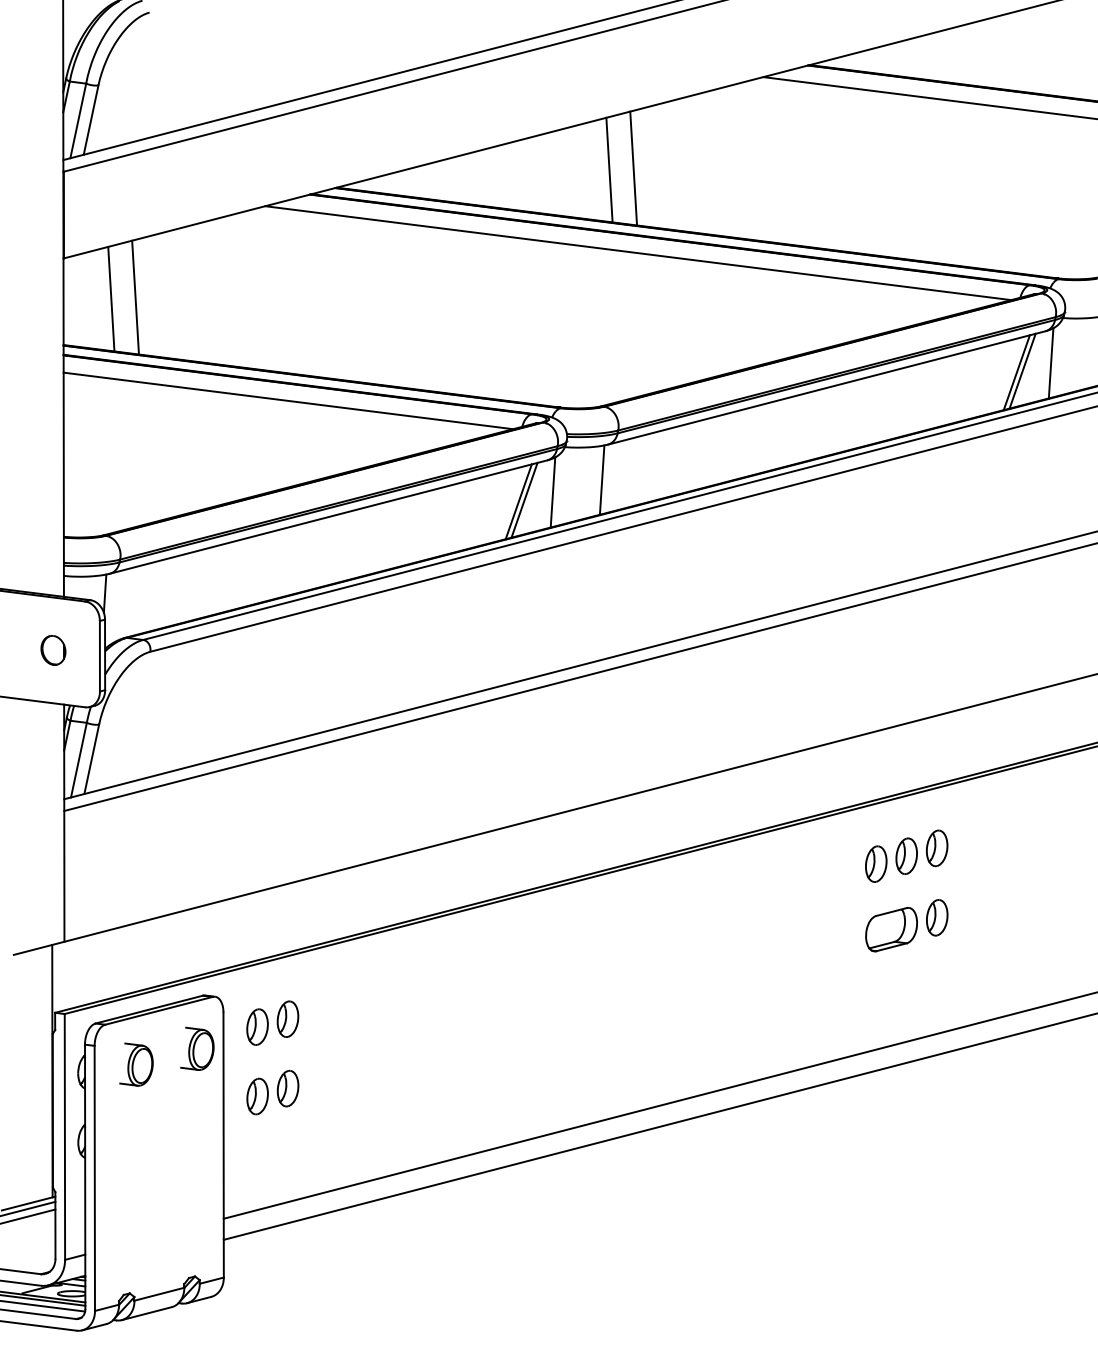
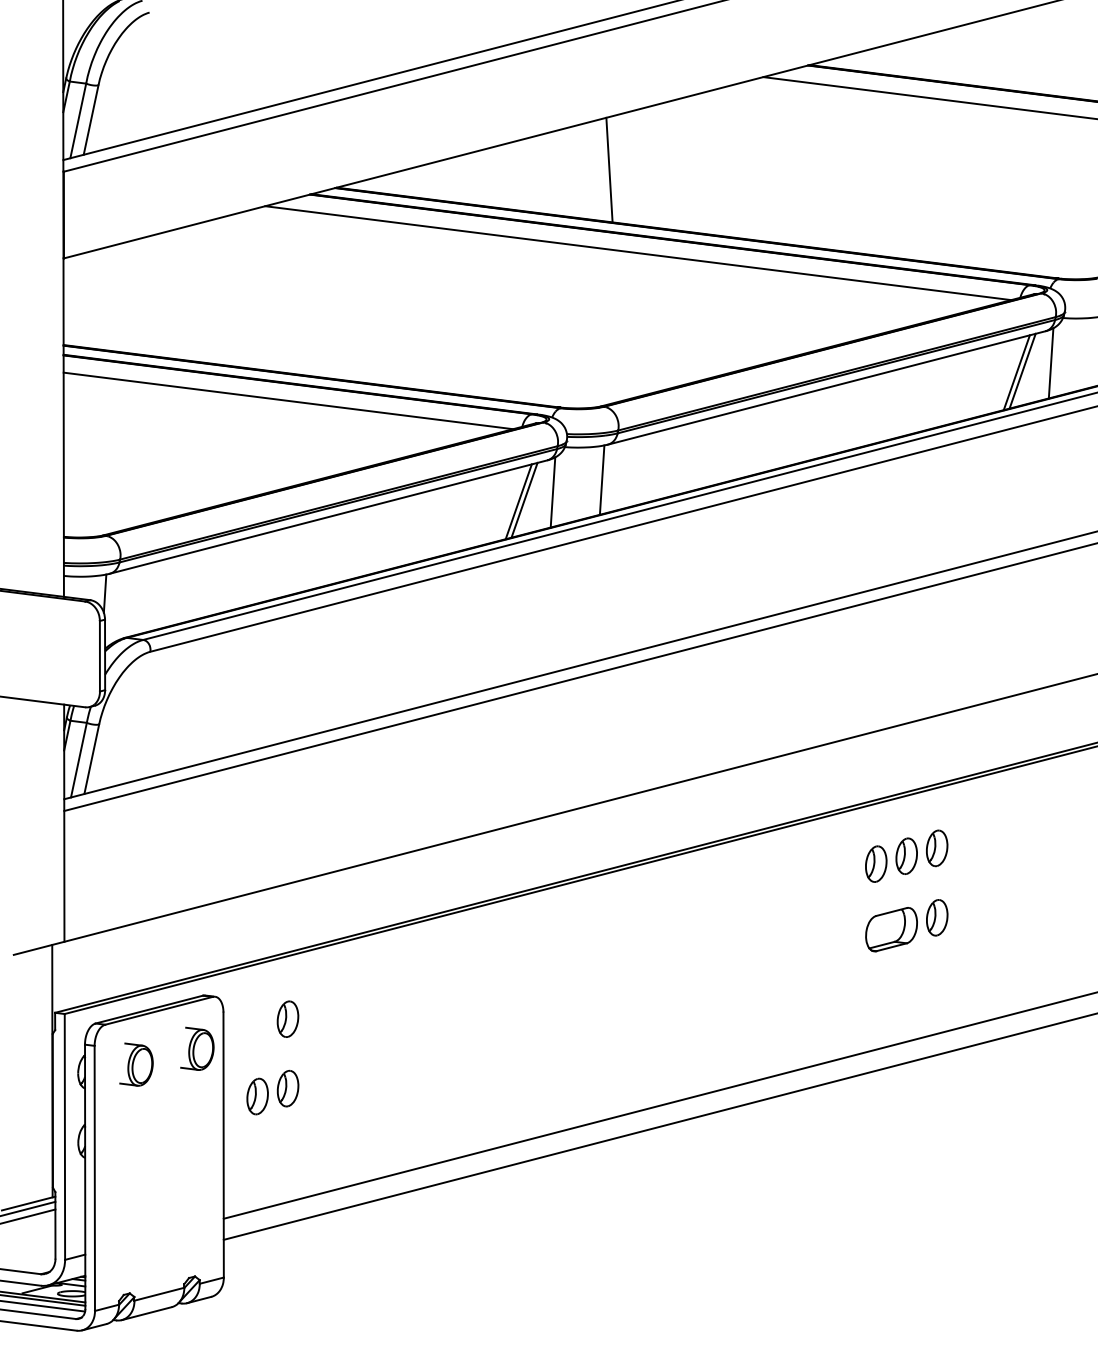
line at (633, 168): present -> none
line at (135, 297): present -> none
line at (111, 298): present -> none
part at (53, 650): present -> none
part at (257, 1026): present -> none
